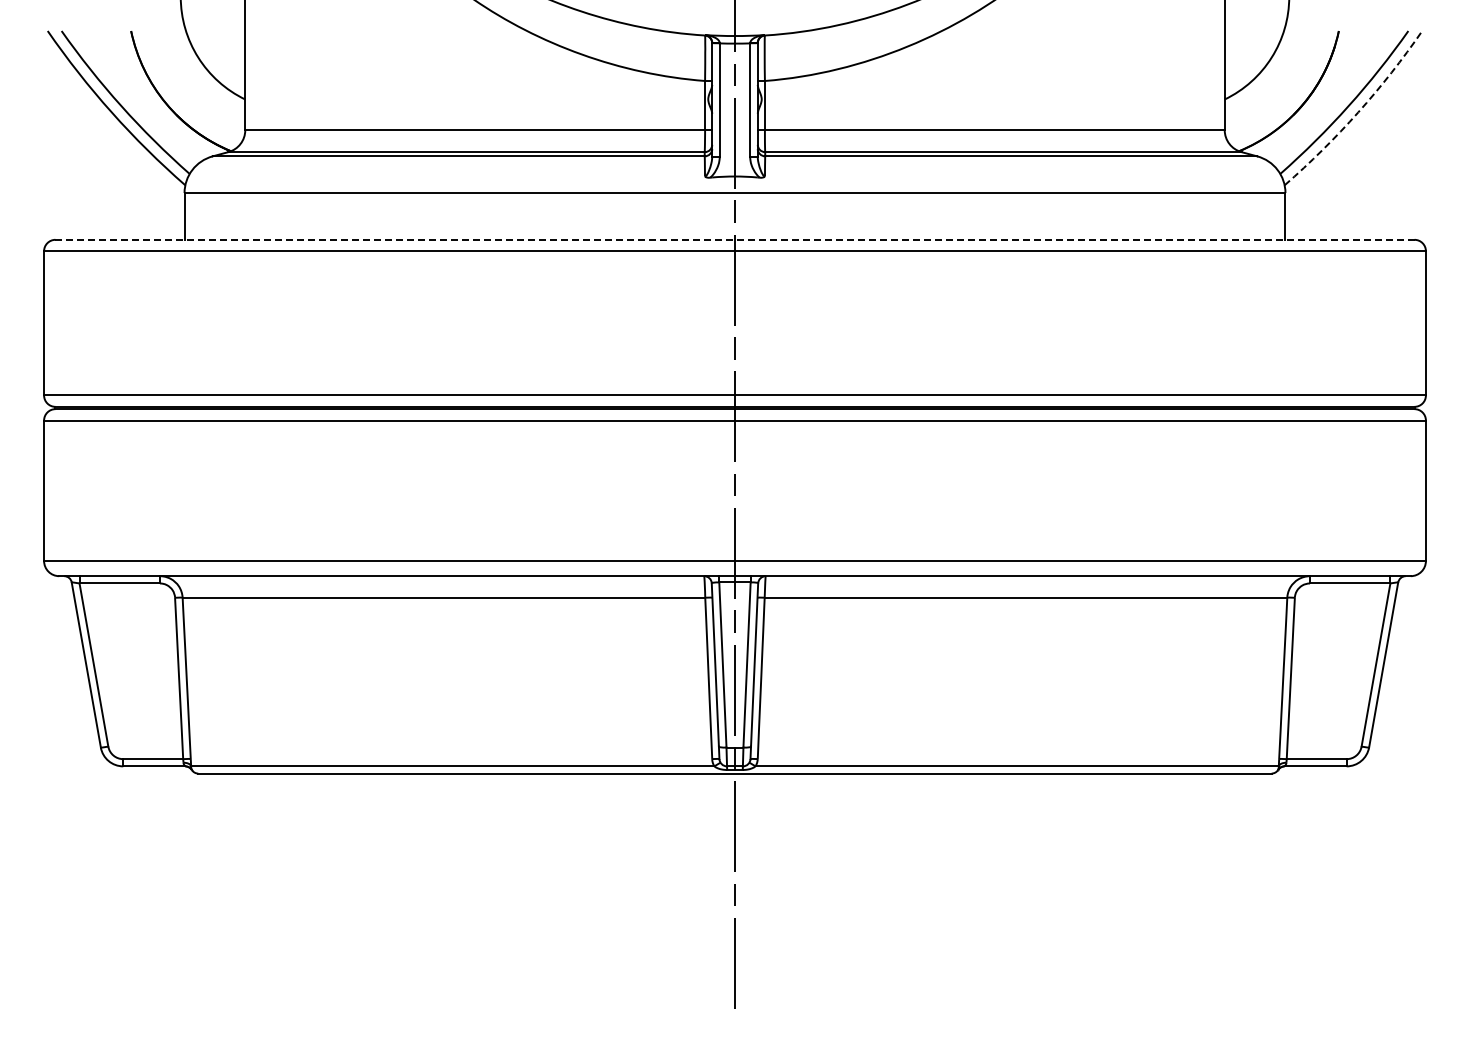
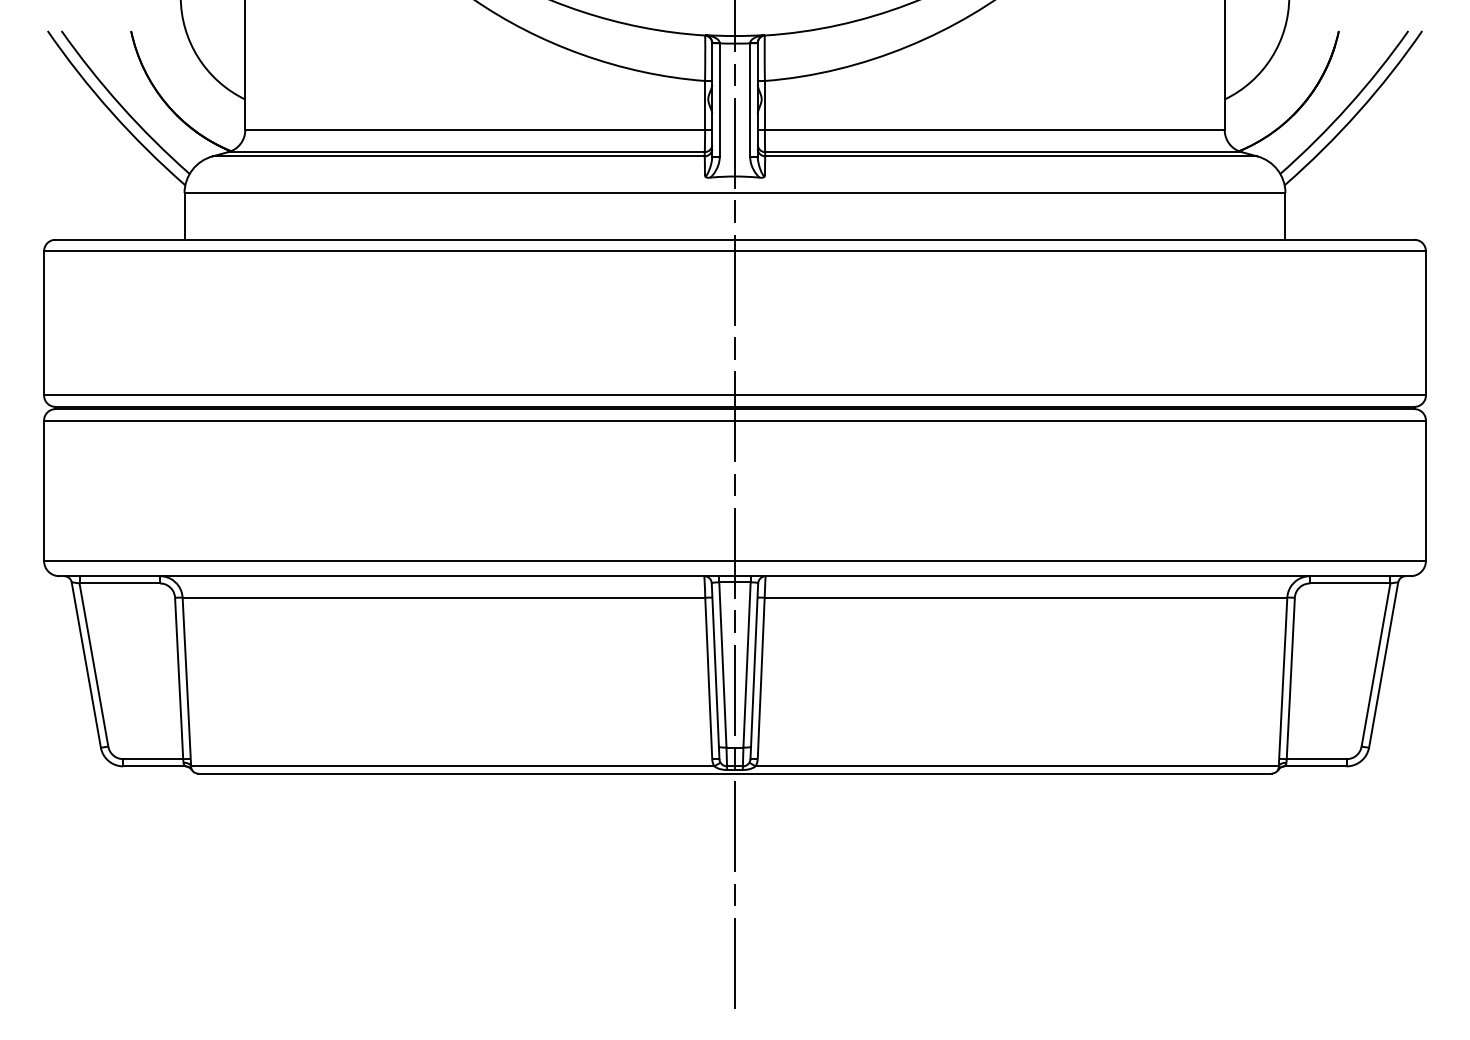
arc at (1358, 112): dashed -> solid
line at (735, 239): dashed -> solid
